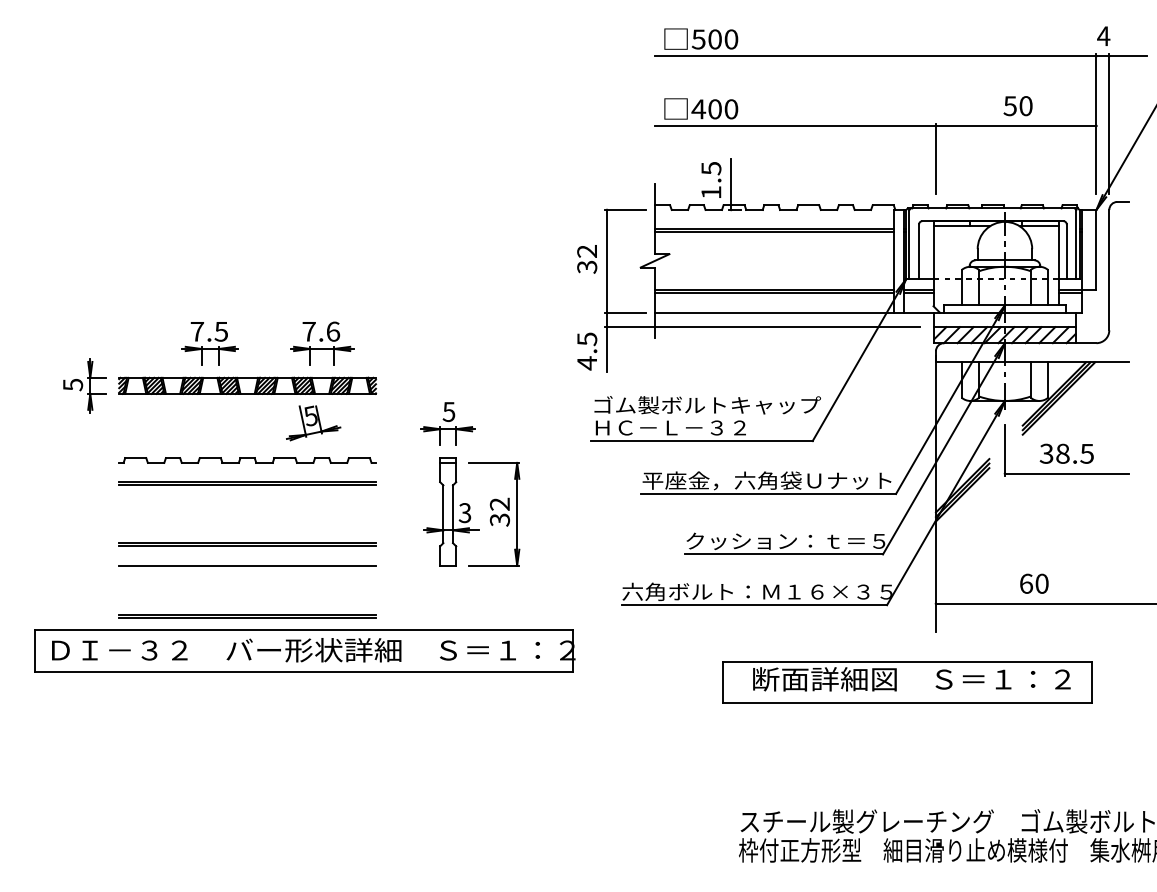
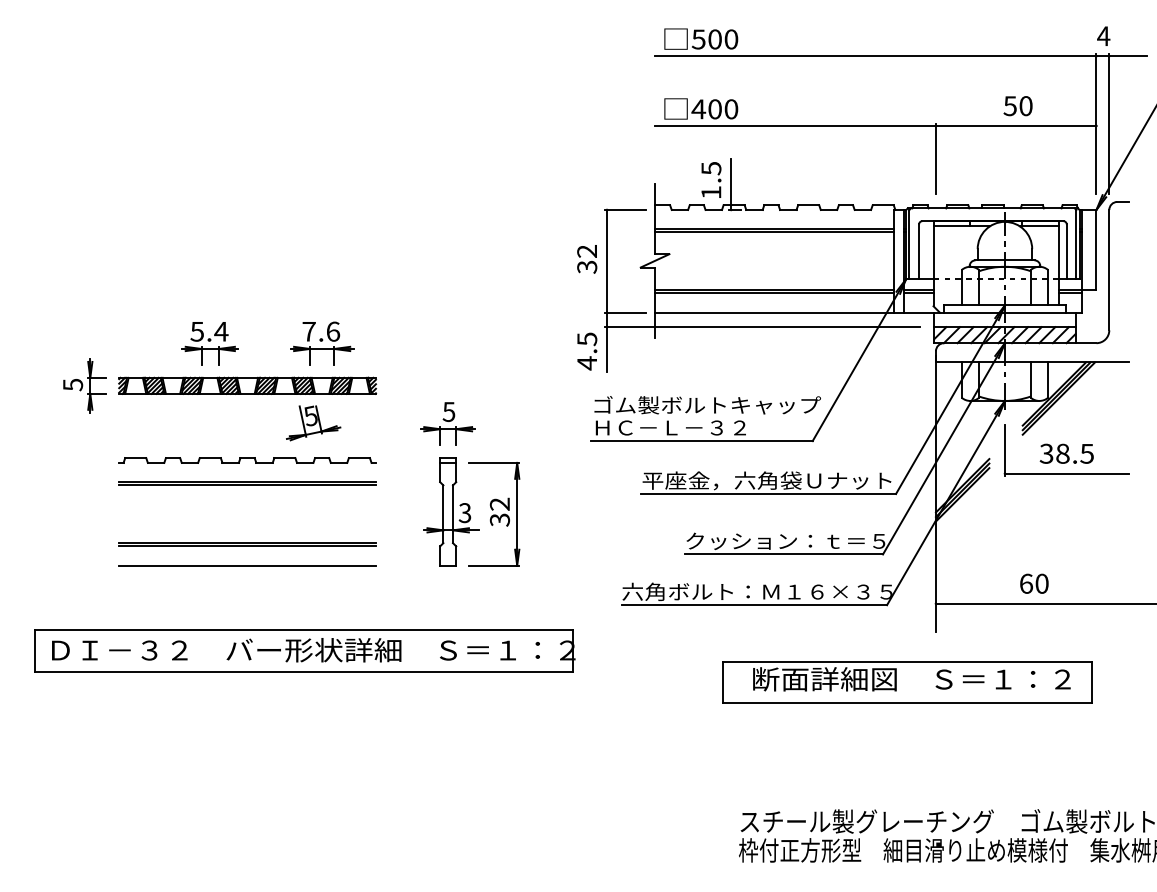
text at (209, 331): 7.5 -> 5.4
line at (247, 615): present -> none
